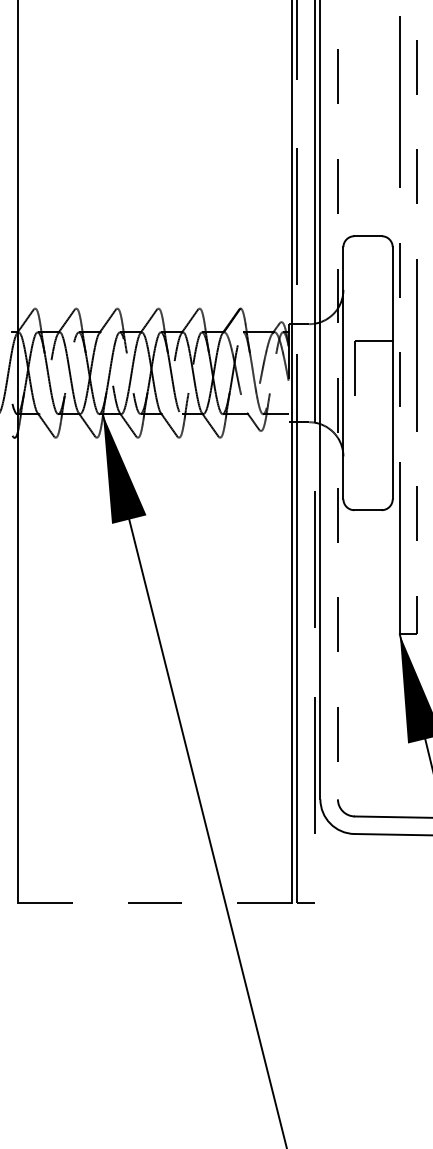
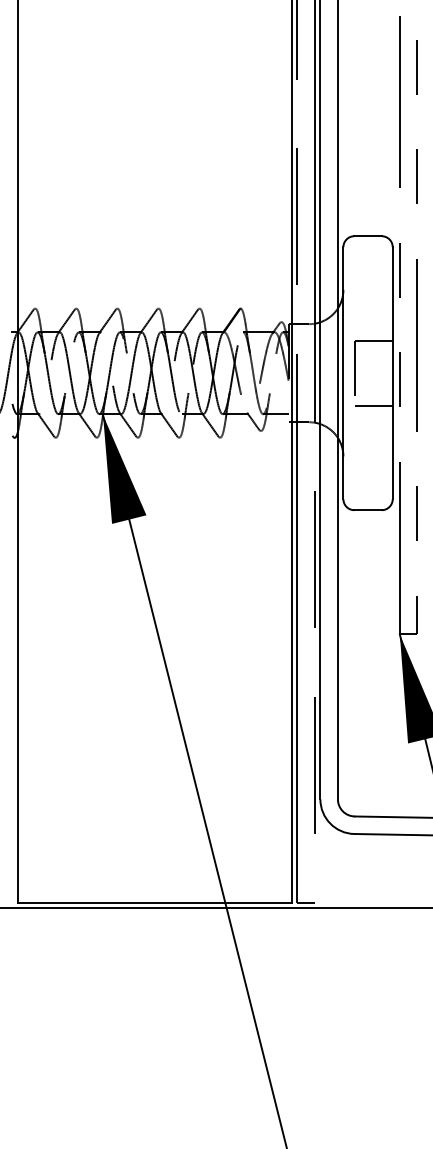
line at (337, 400): dashed -> solid
line at (373, 405): none -> present
line at (154, 902): dashed -> solid
line at (215, 908): none -> present
